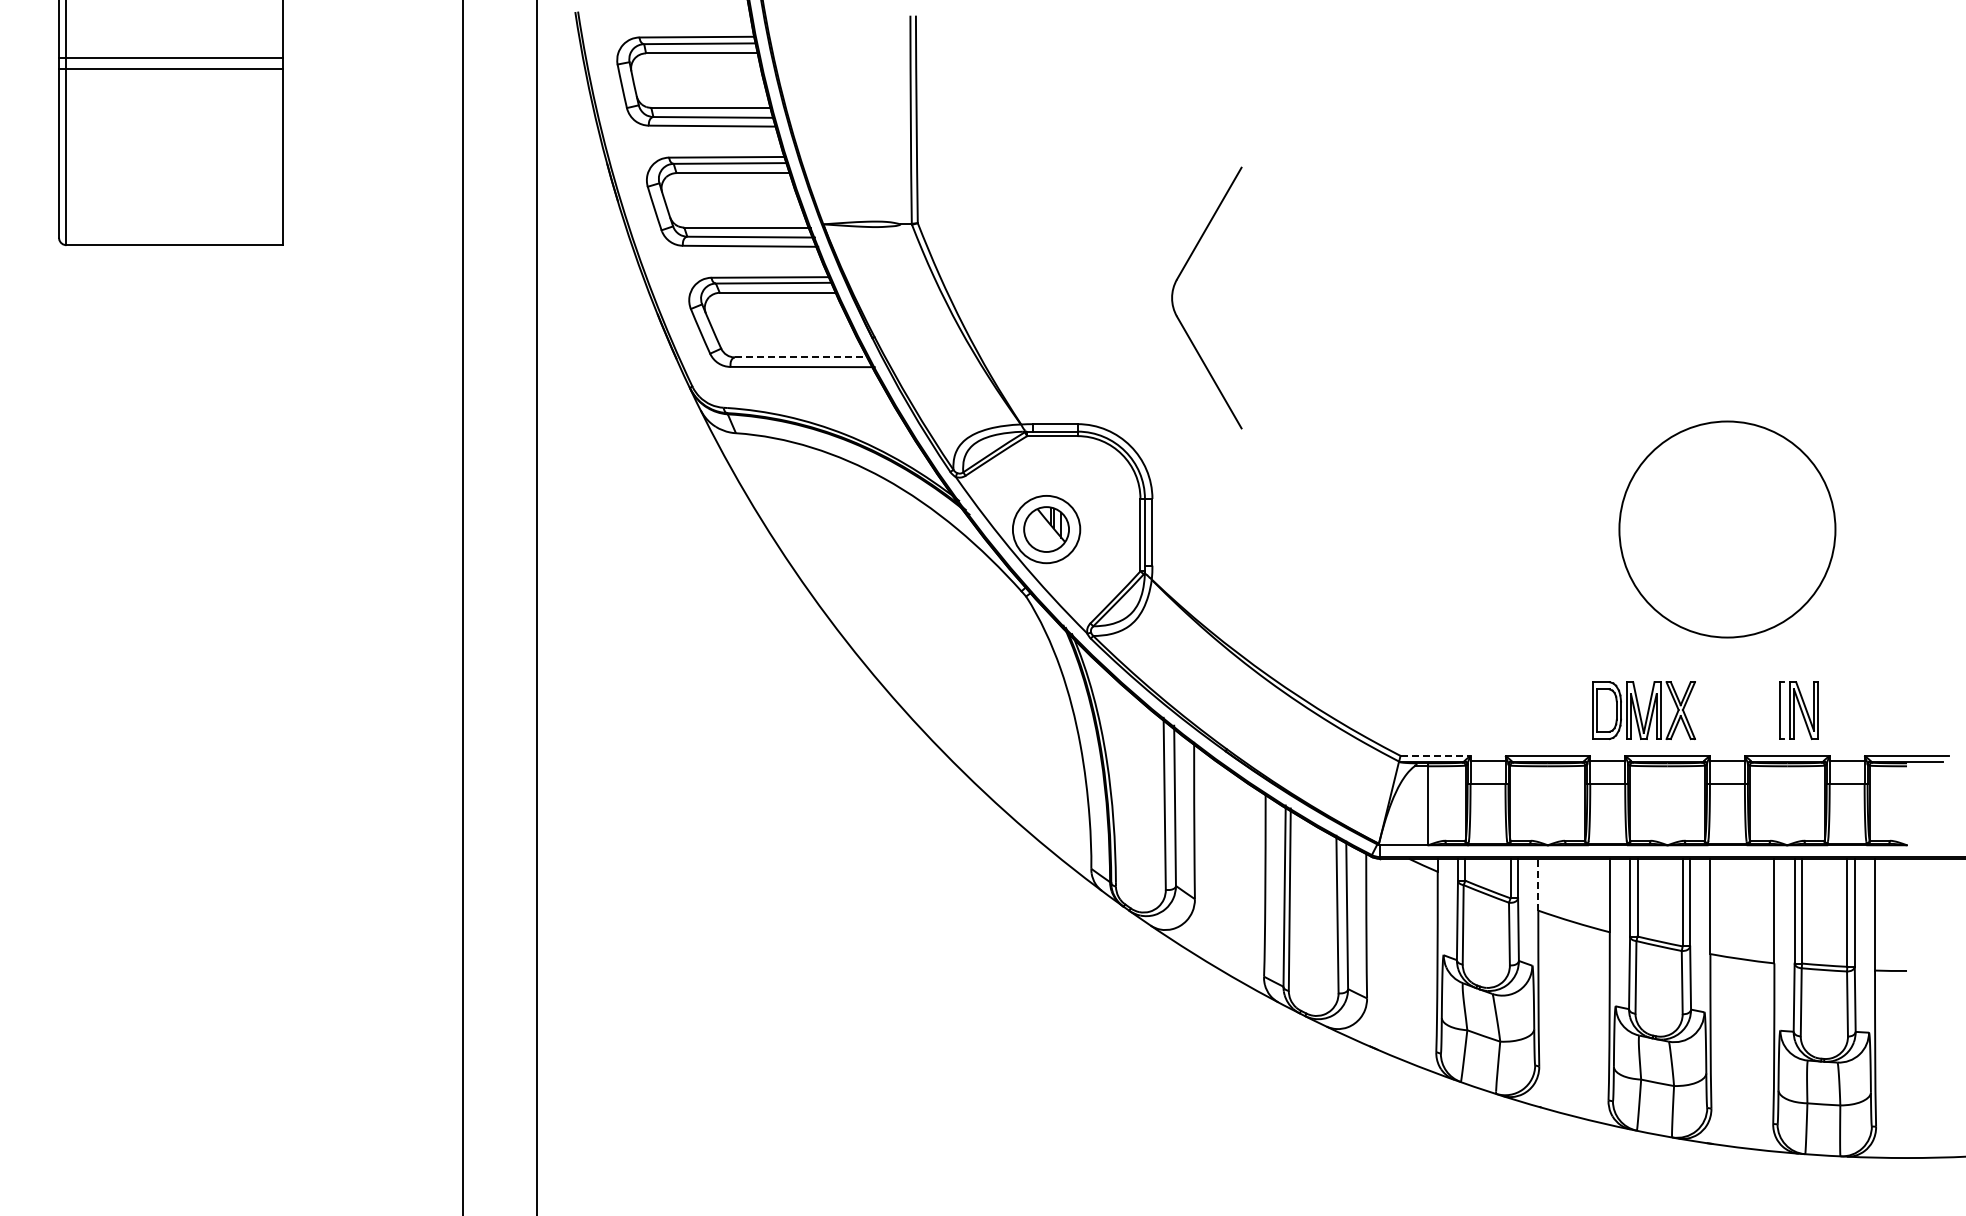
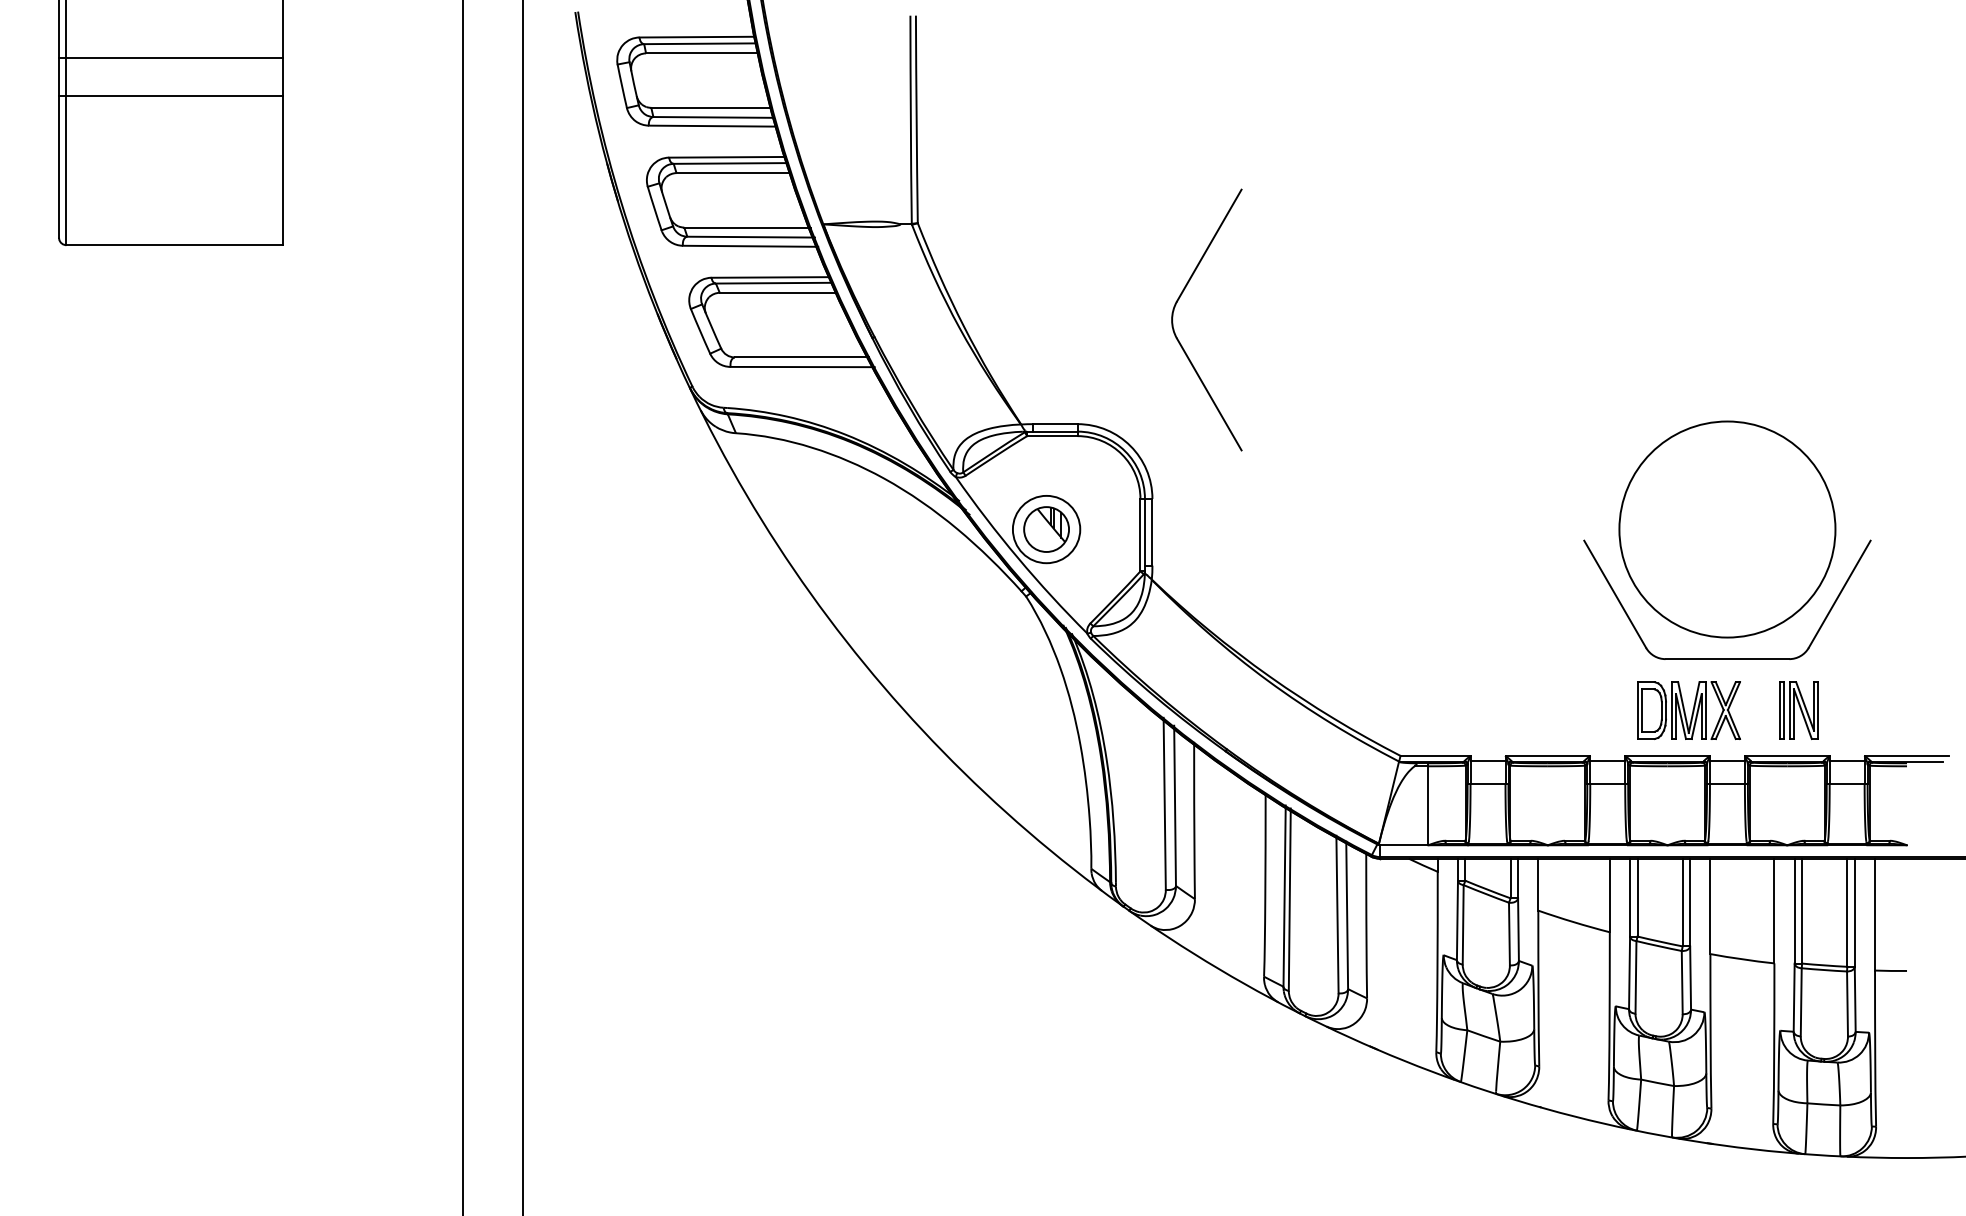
line at (170, 68) position: (170, 68) -> (170, 95)
part at (1173, 295) position: (1173, 295) -> (1173, 317)
line at (802, 357): dashed -> solid
line at (536, 607) position: (536, 607) -> (522, 607)
part at (1727, 658): none -> present
part at (1643, 710) position: (1643, 710) -> (1688, 710)
line at (1784, 710): none -> present
line at (1436, 755): dashed -> solid
line at (1538, 884): dashed -> solid
